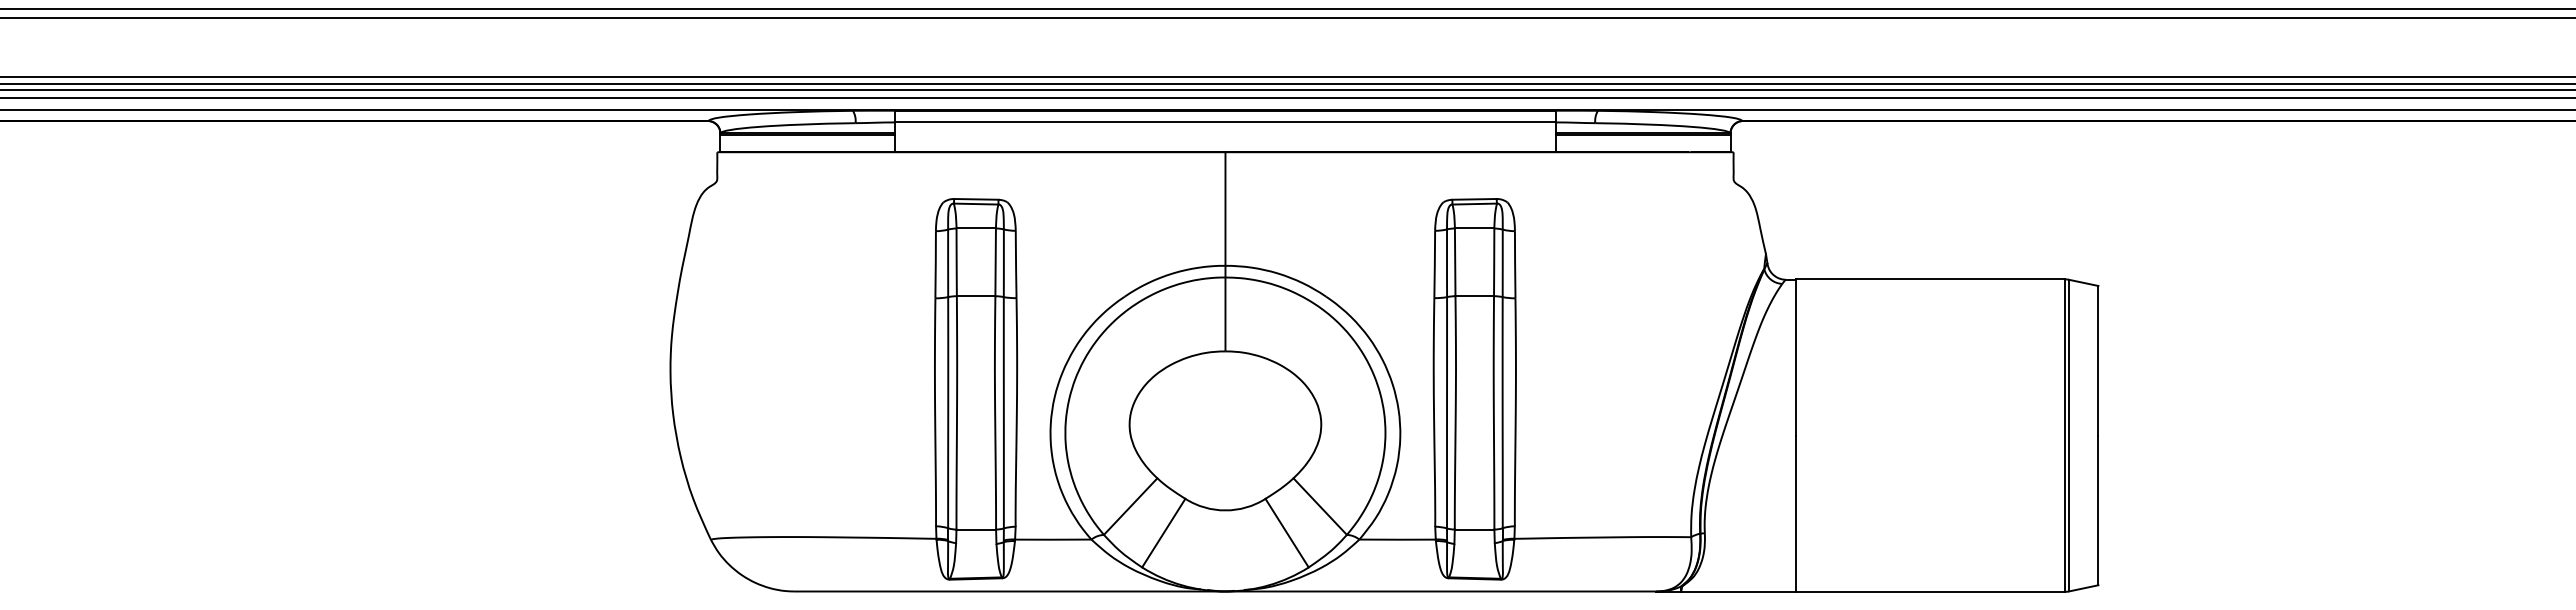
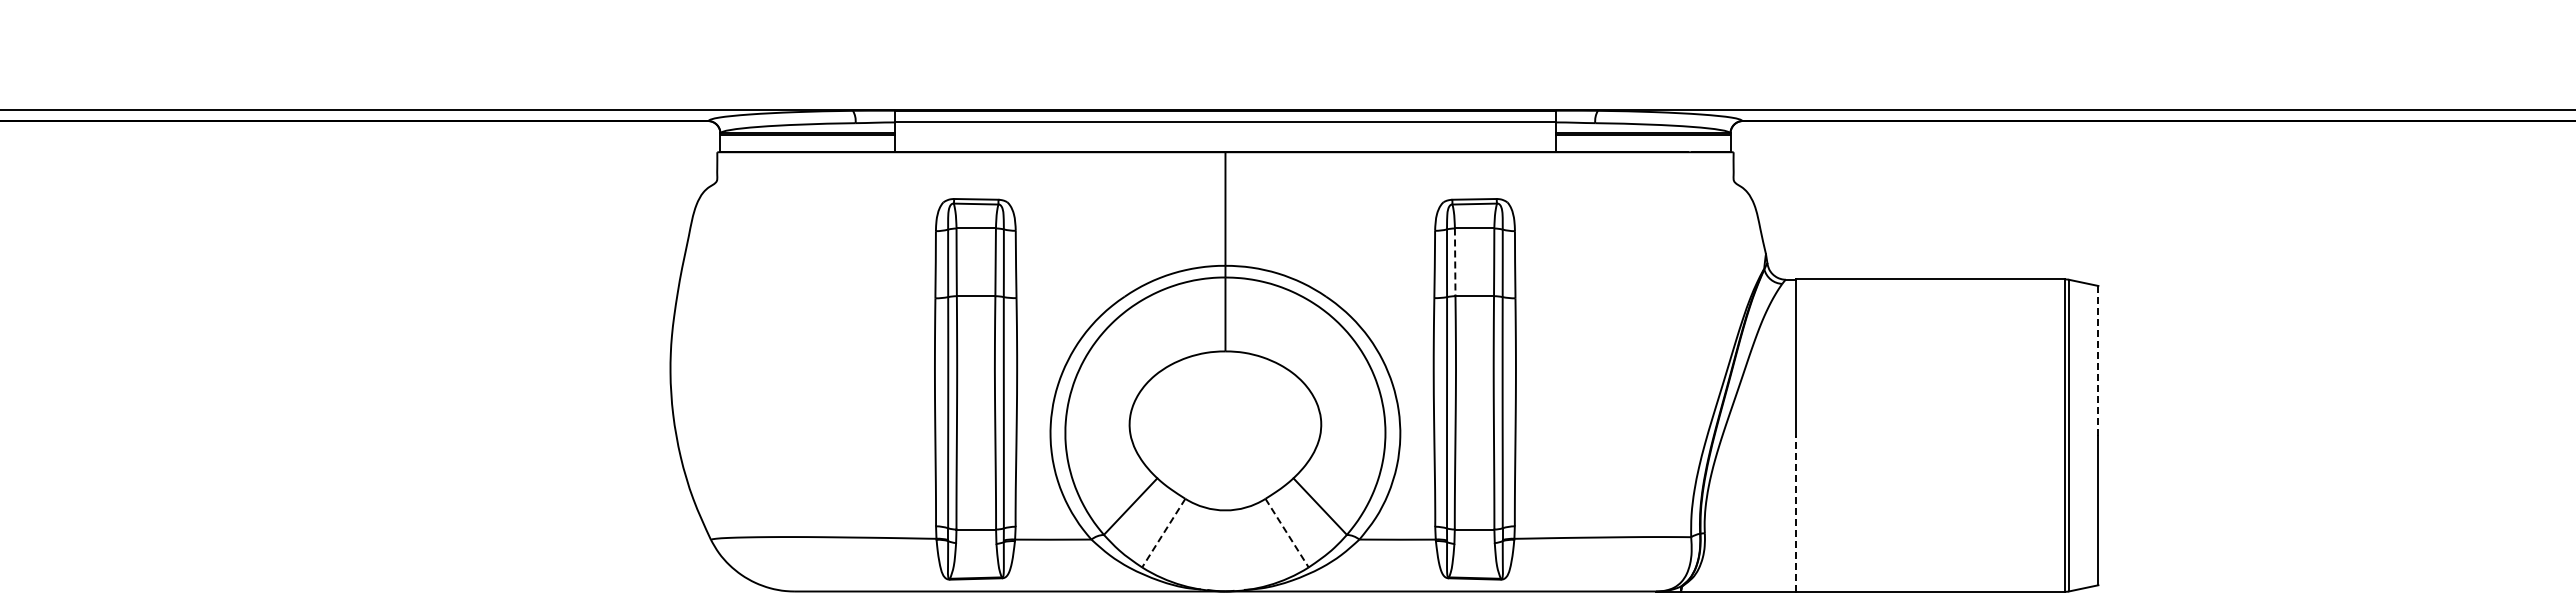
line at (1287, 8): present -> none
line at (1287, 18): present -> none
line at (1287, 77): present -> none
line at (1287, 83): present -> none
line at (1287, 89): present -> none
line at (1287, 97): present -> none
line at (1455, 262): solid -> dashed
line at (2098, 360): solid -> dashed
line at (1795, 513): solid -> dashed
line at (1163, 533): solid -> dashed
line at (1287, 533): solid -> dashed
